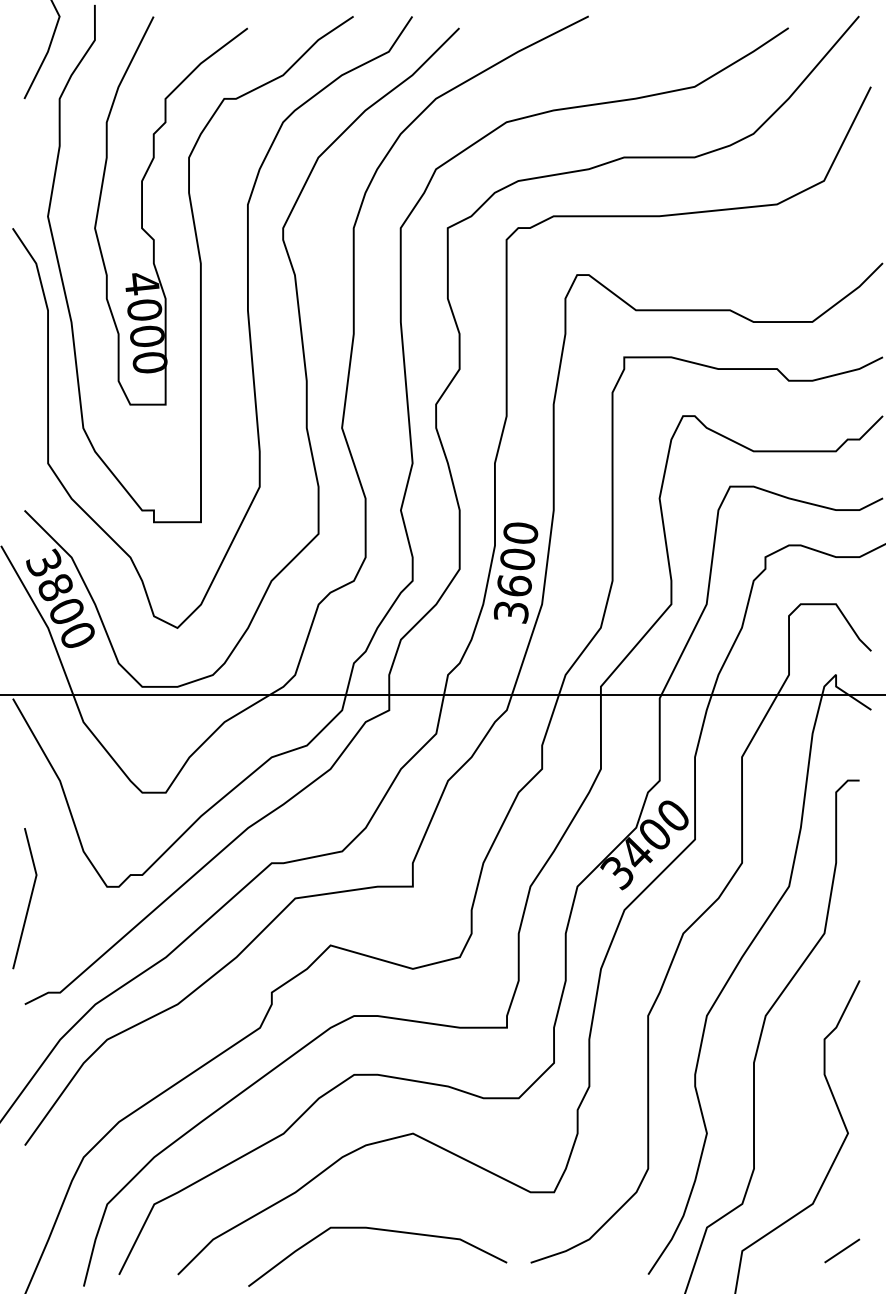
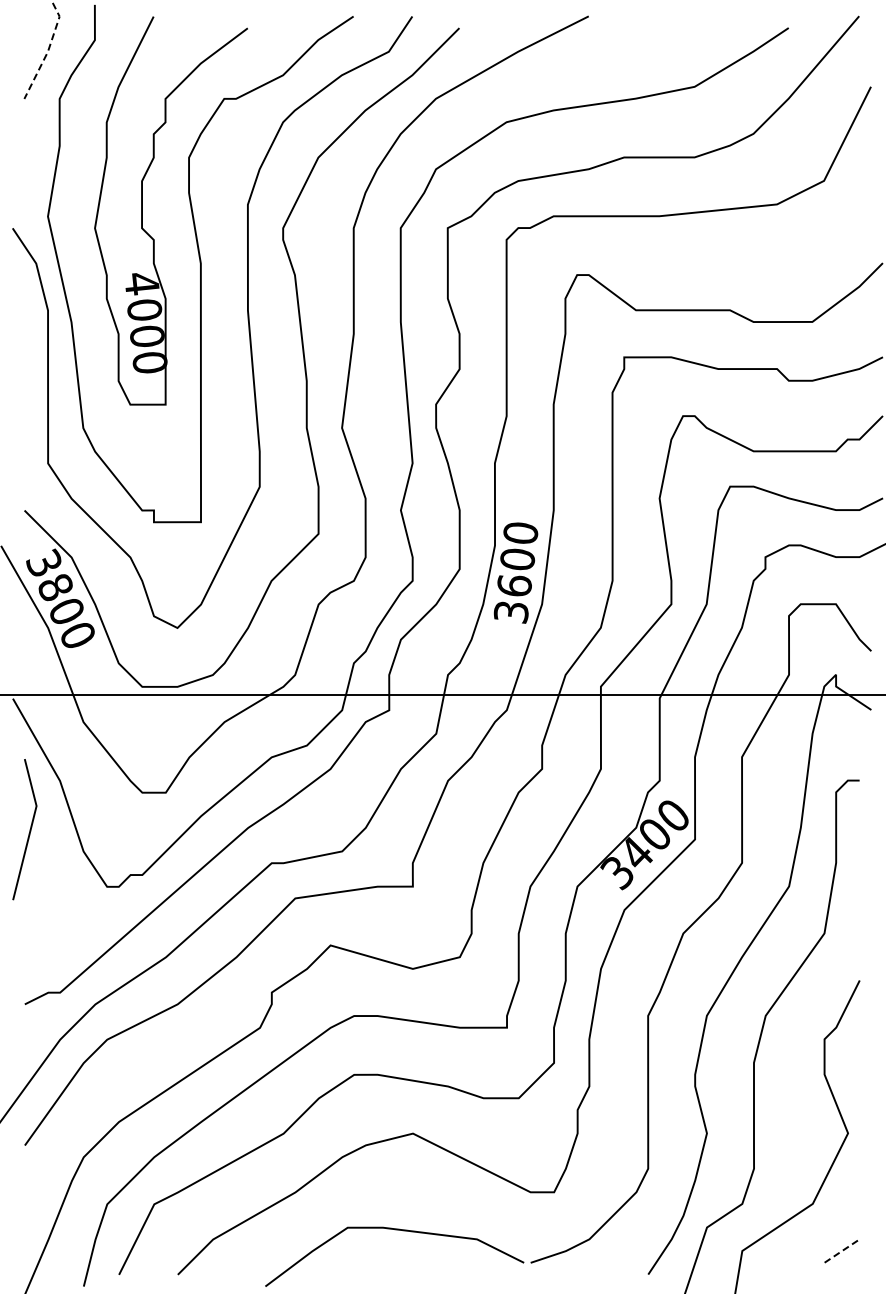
line at (48, 50): solid -> dashed
line at (29, 898) position: (29, 898) -> (29, 829)
curve at (378, 1230) position: (378, 1230) -> (395, 1230)
line at (842, 1250): solid -> dashed
